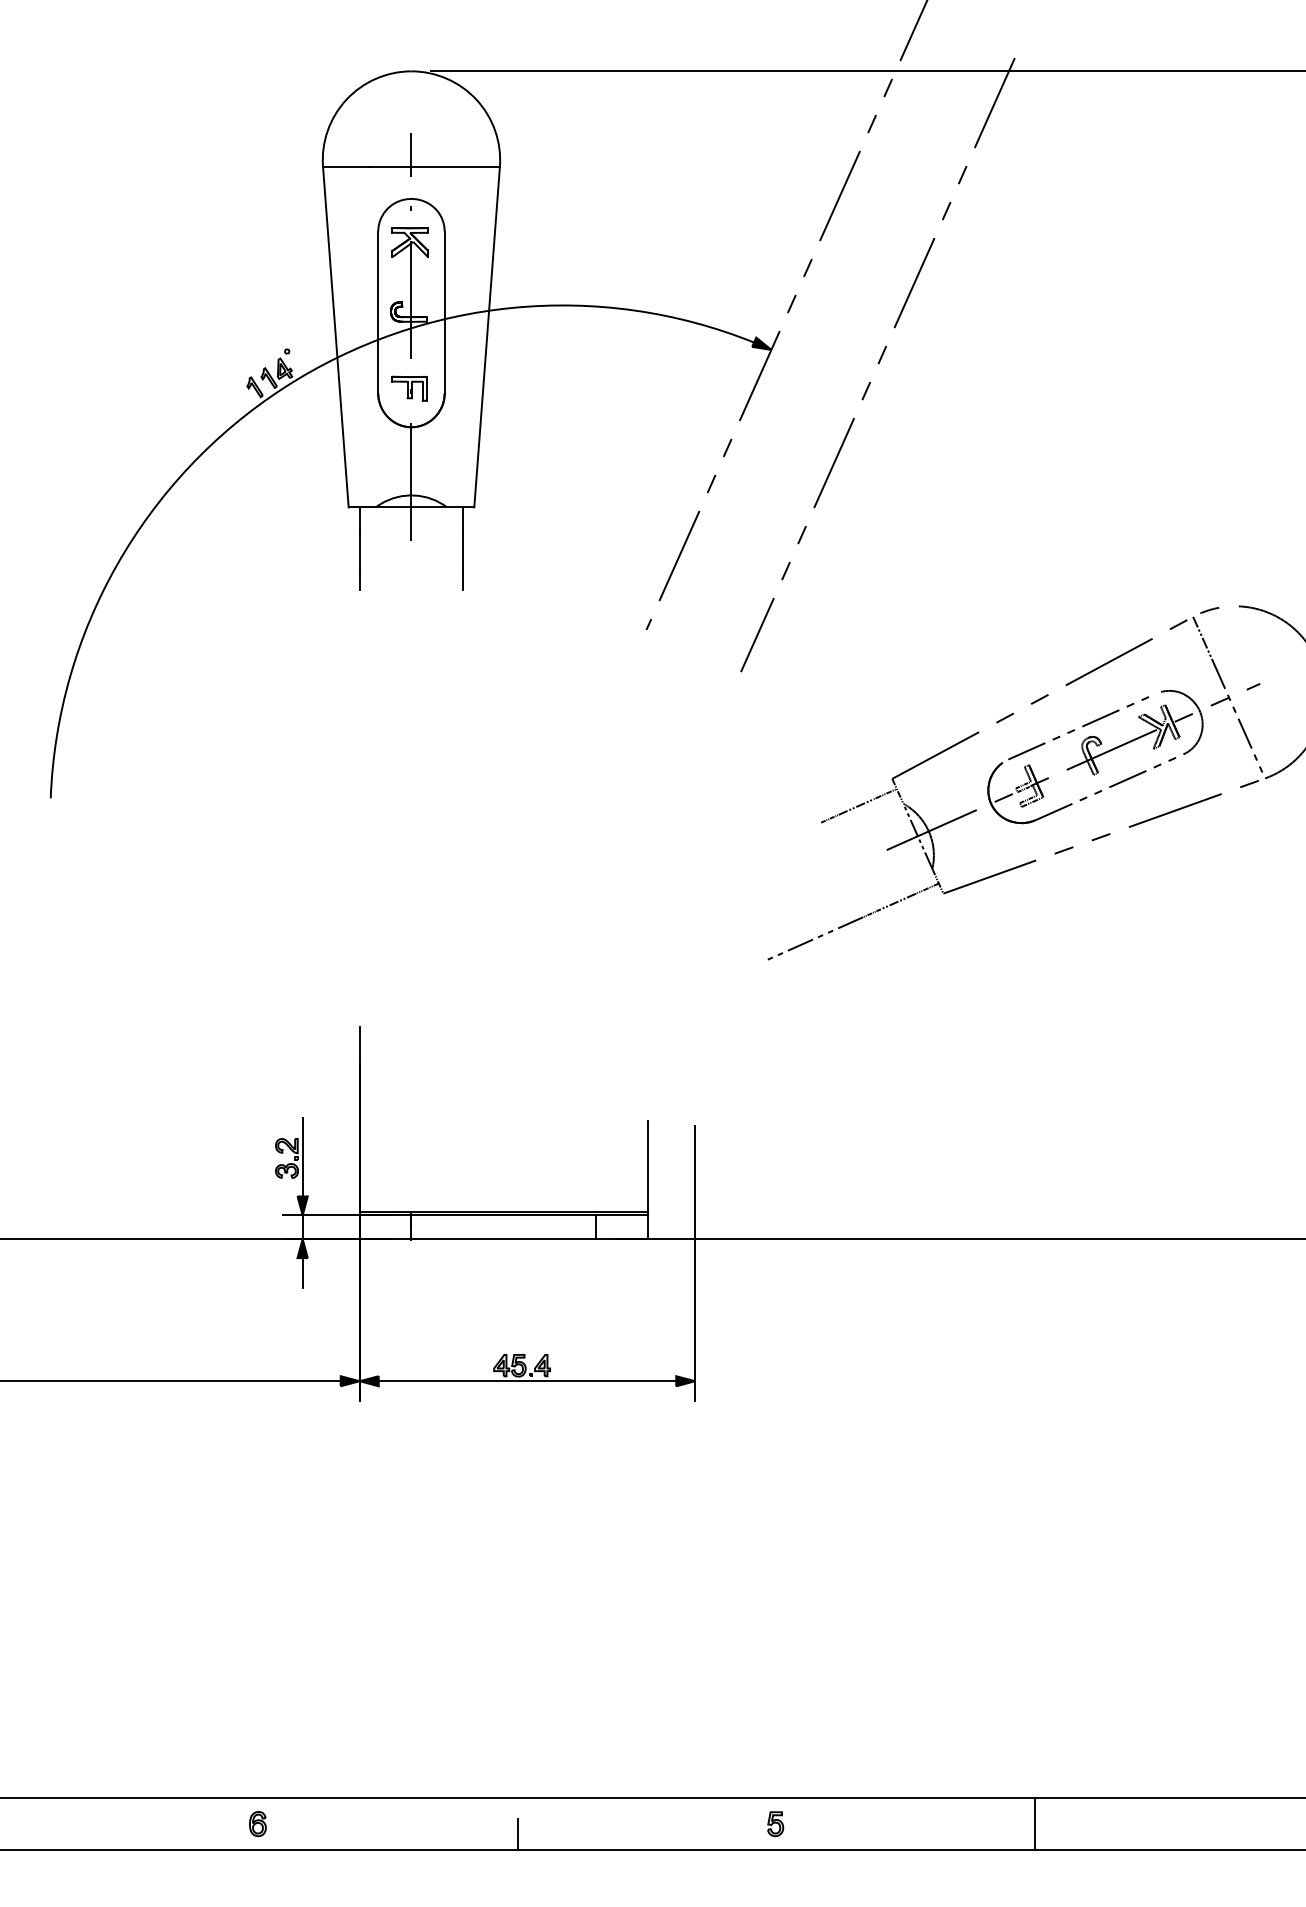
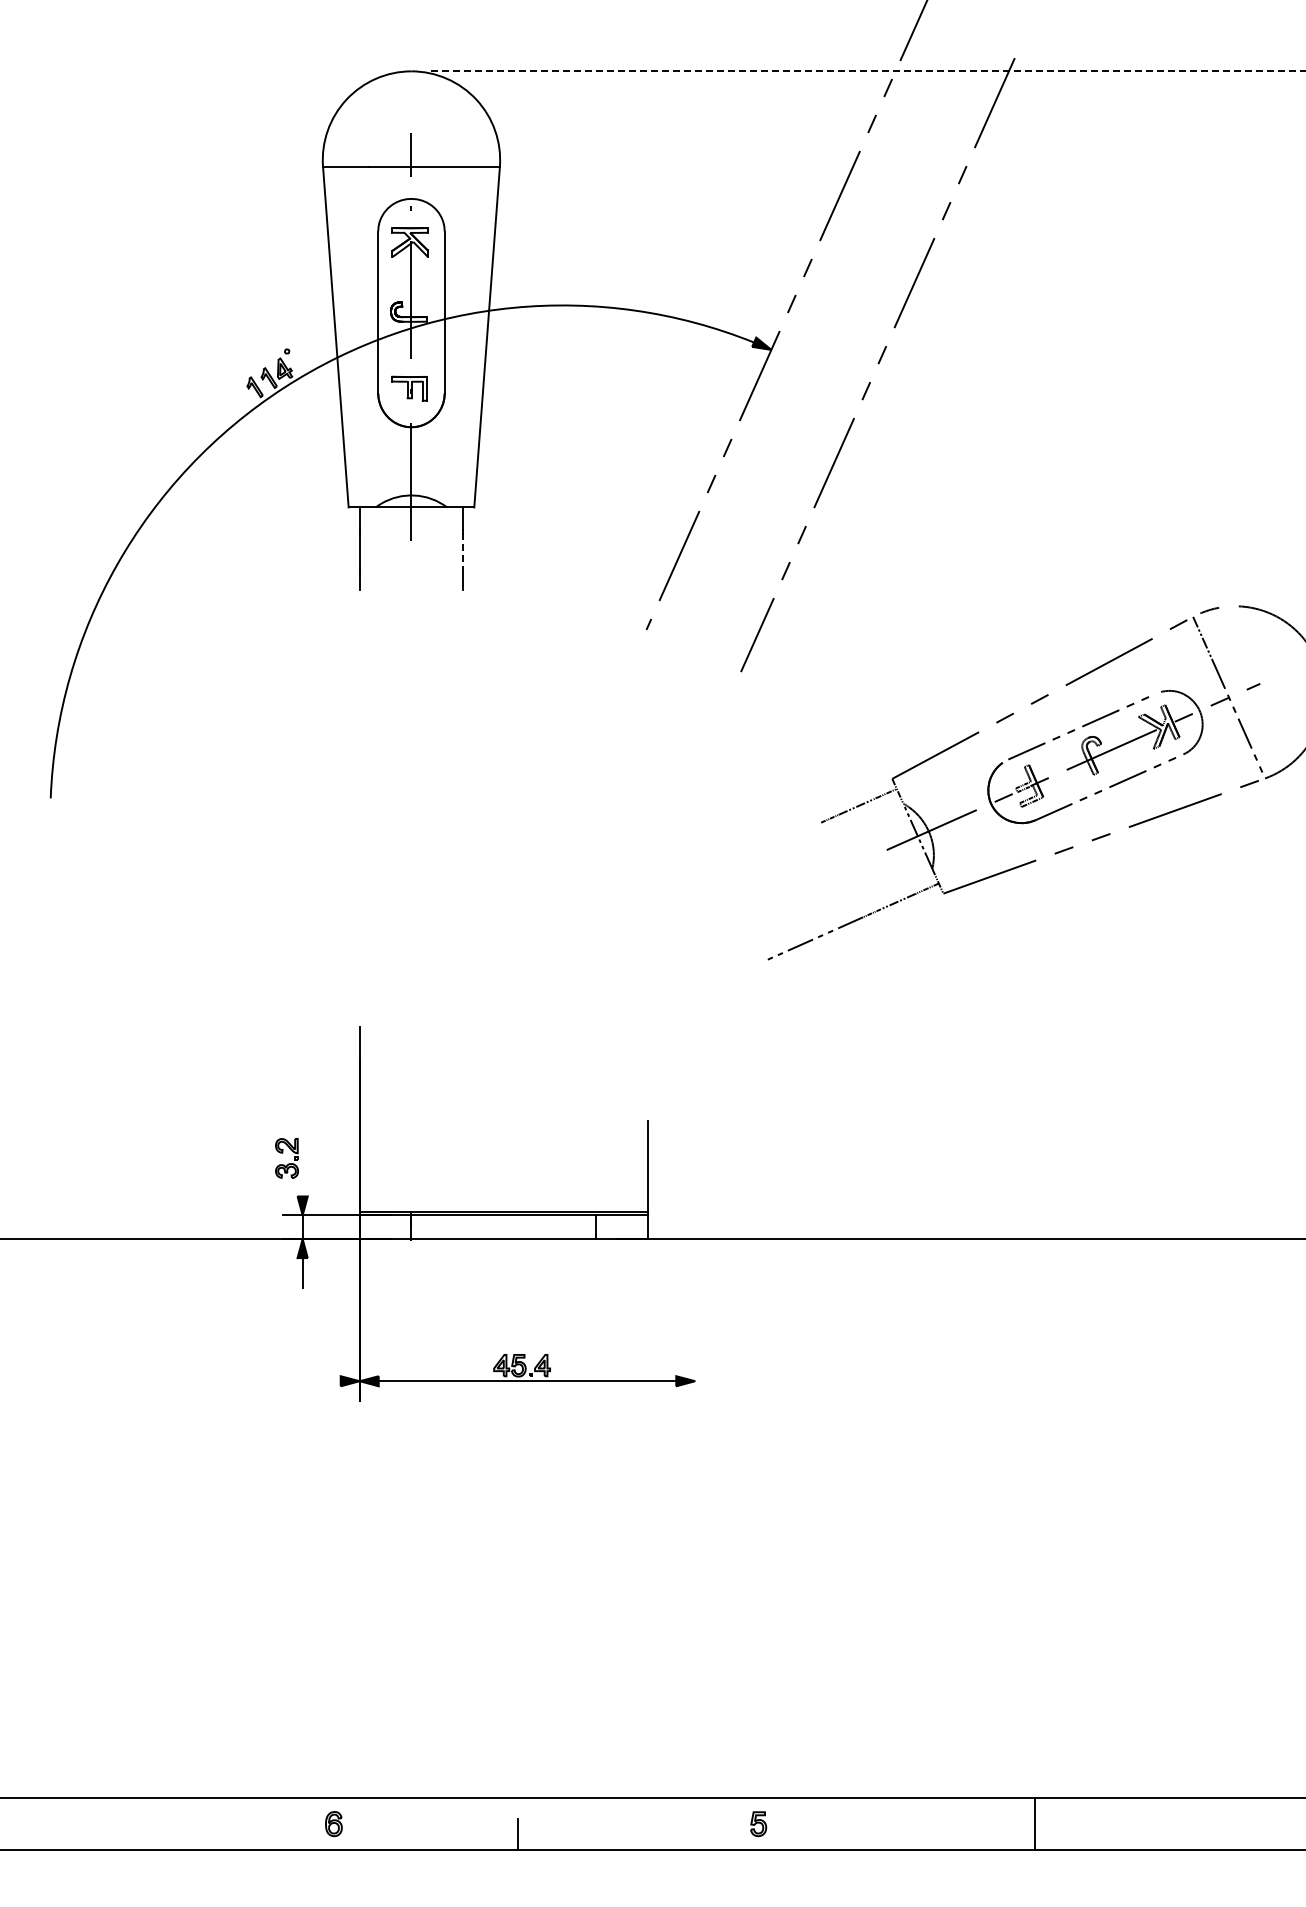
line at (868, 71): solid -> dashed
line at (463, 552): solid -> dashed
line at (302, 1156): present -> none
line at (695, 1262): present -> none
line at (171, 1381): present -> none
part at (257, 1824) position: (257, 1824) -> (333, 1824)
part at (775, 1824) position: (775, 1824) -> (758, 1824)
